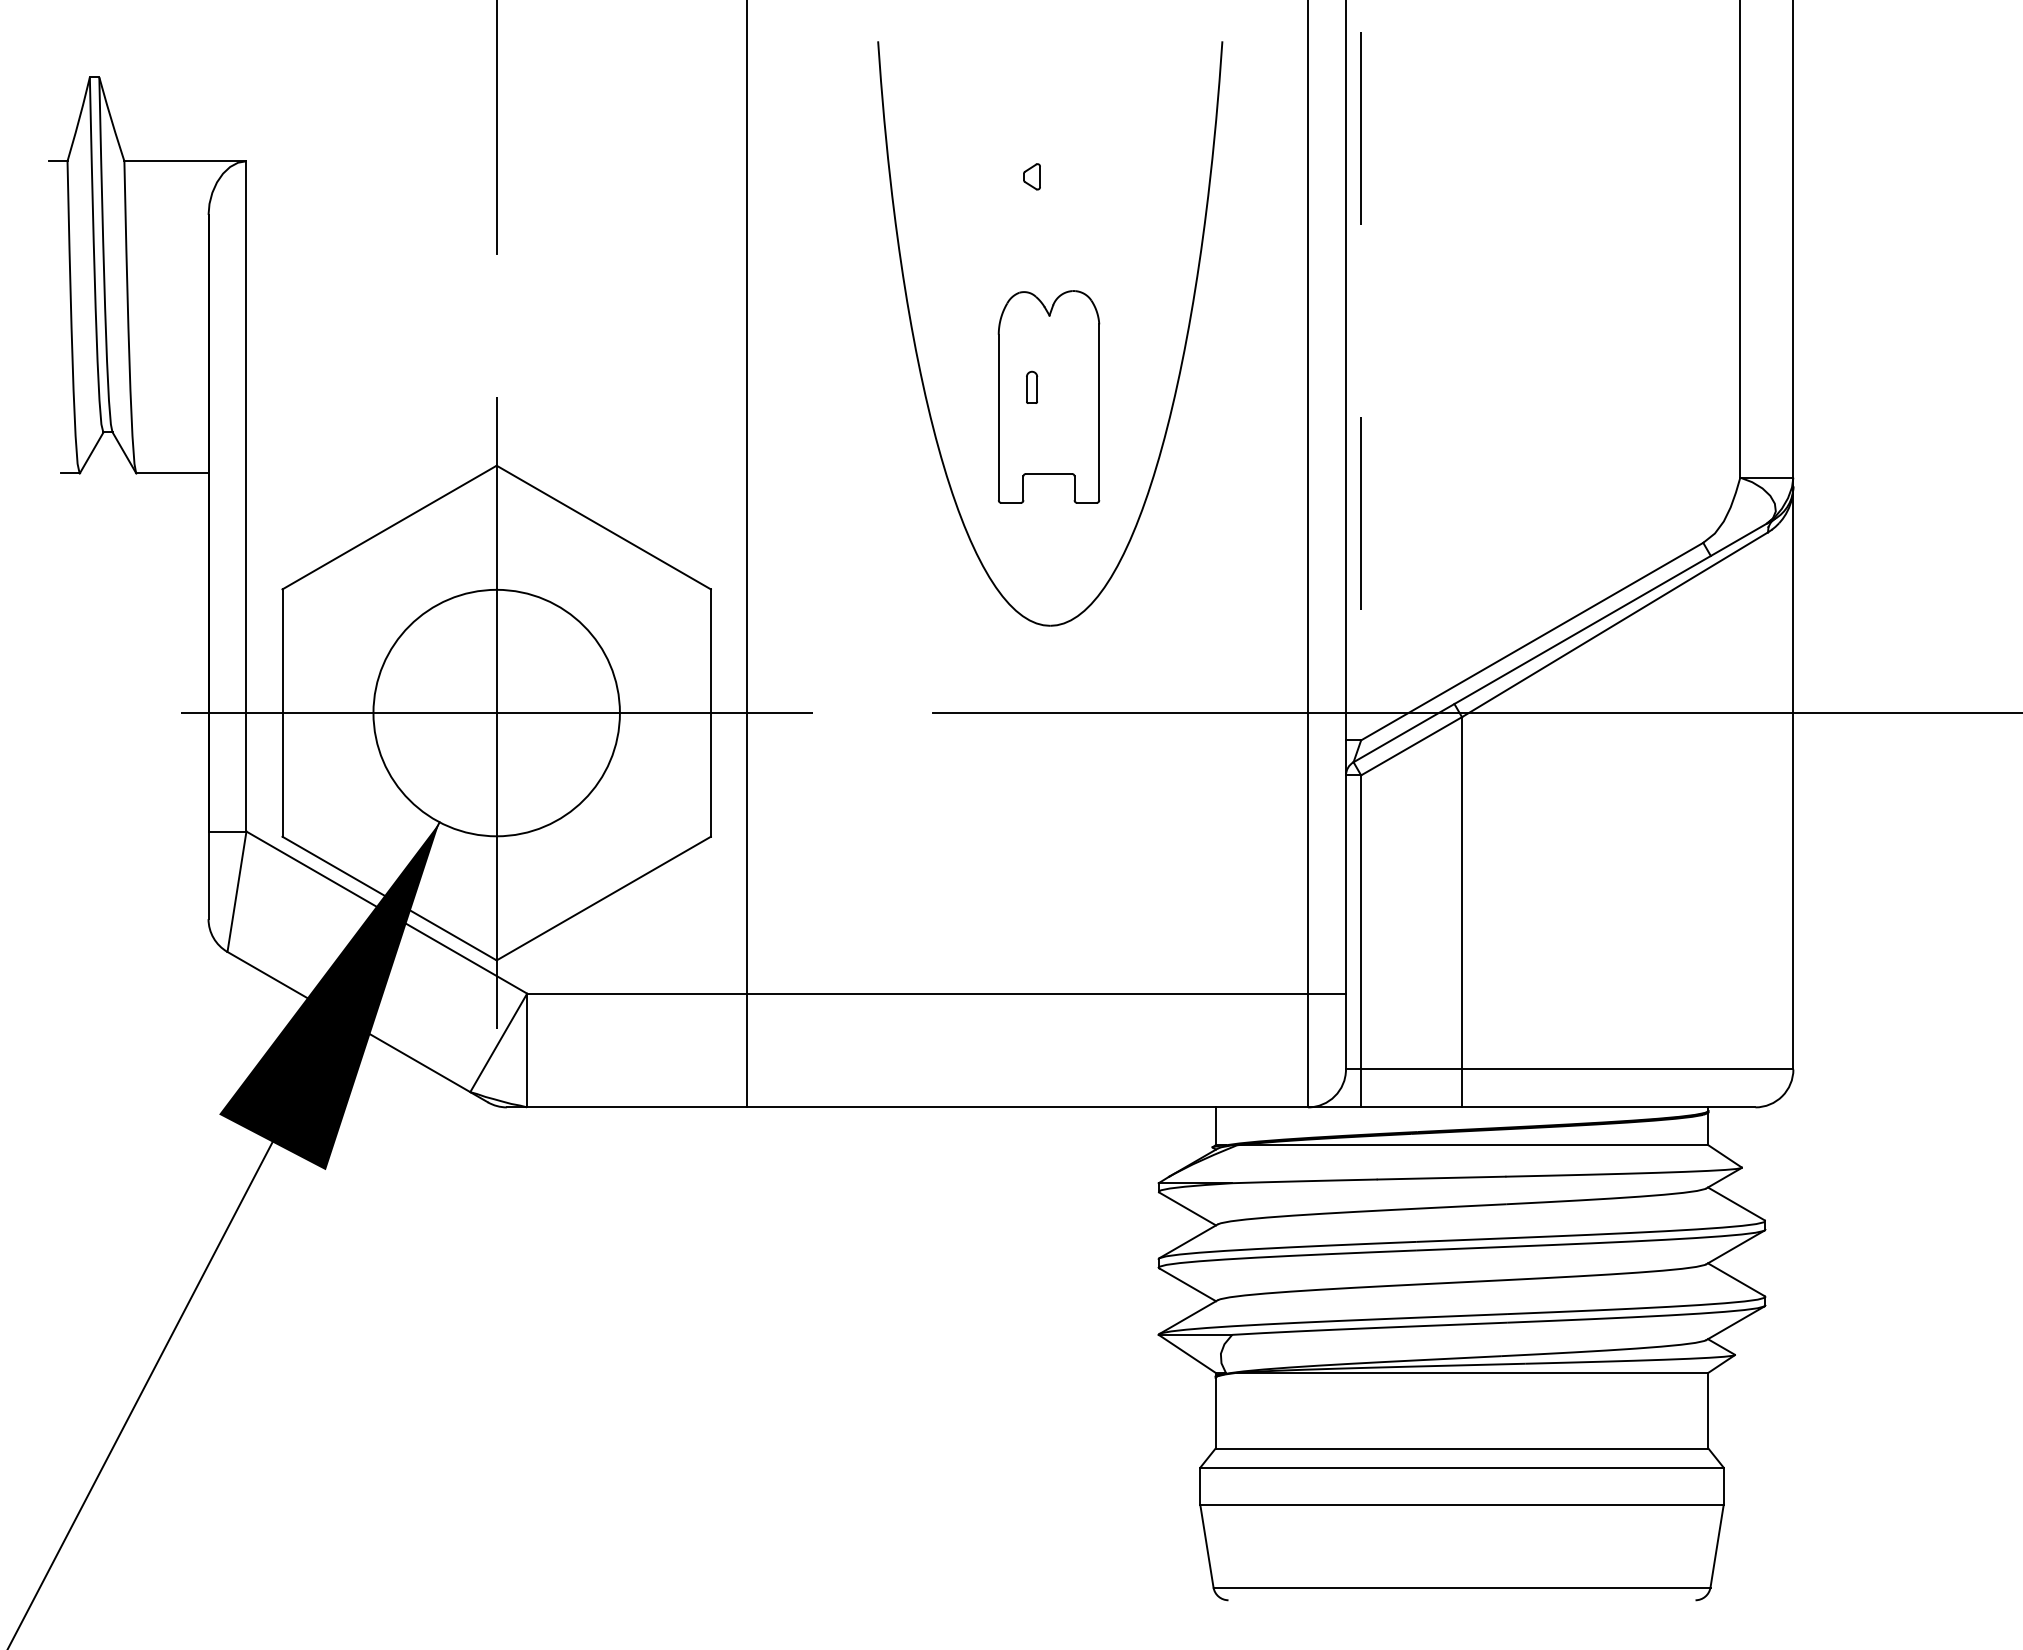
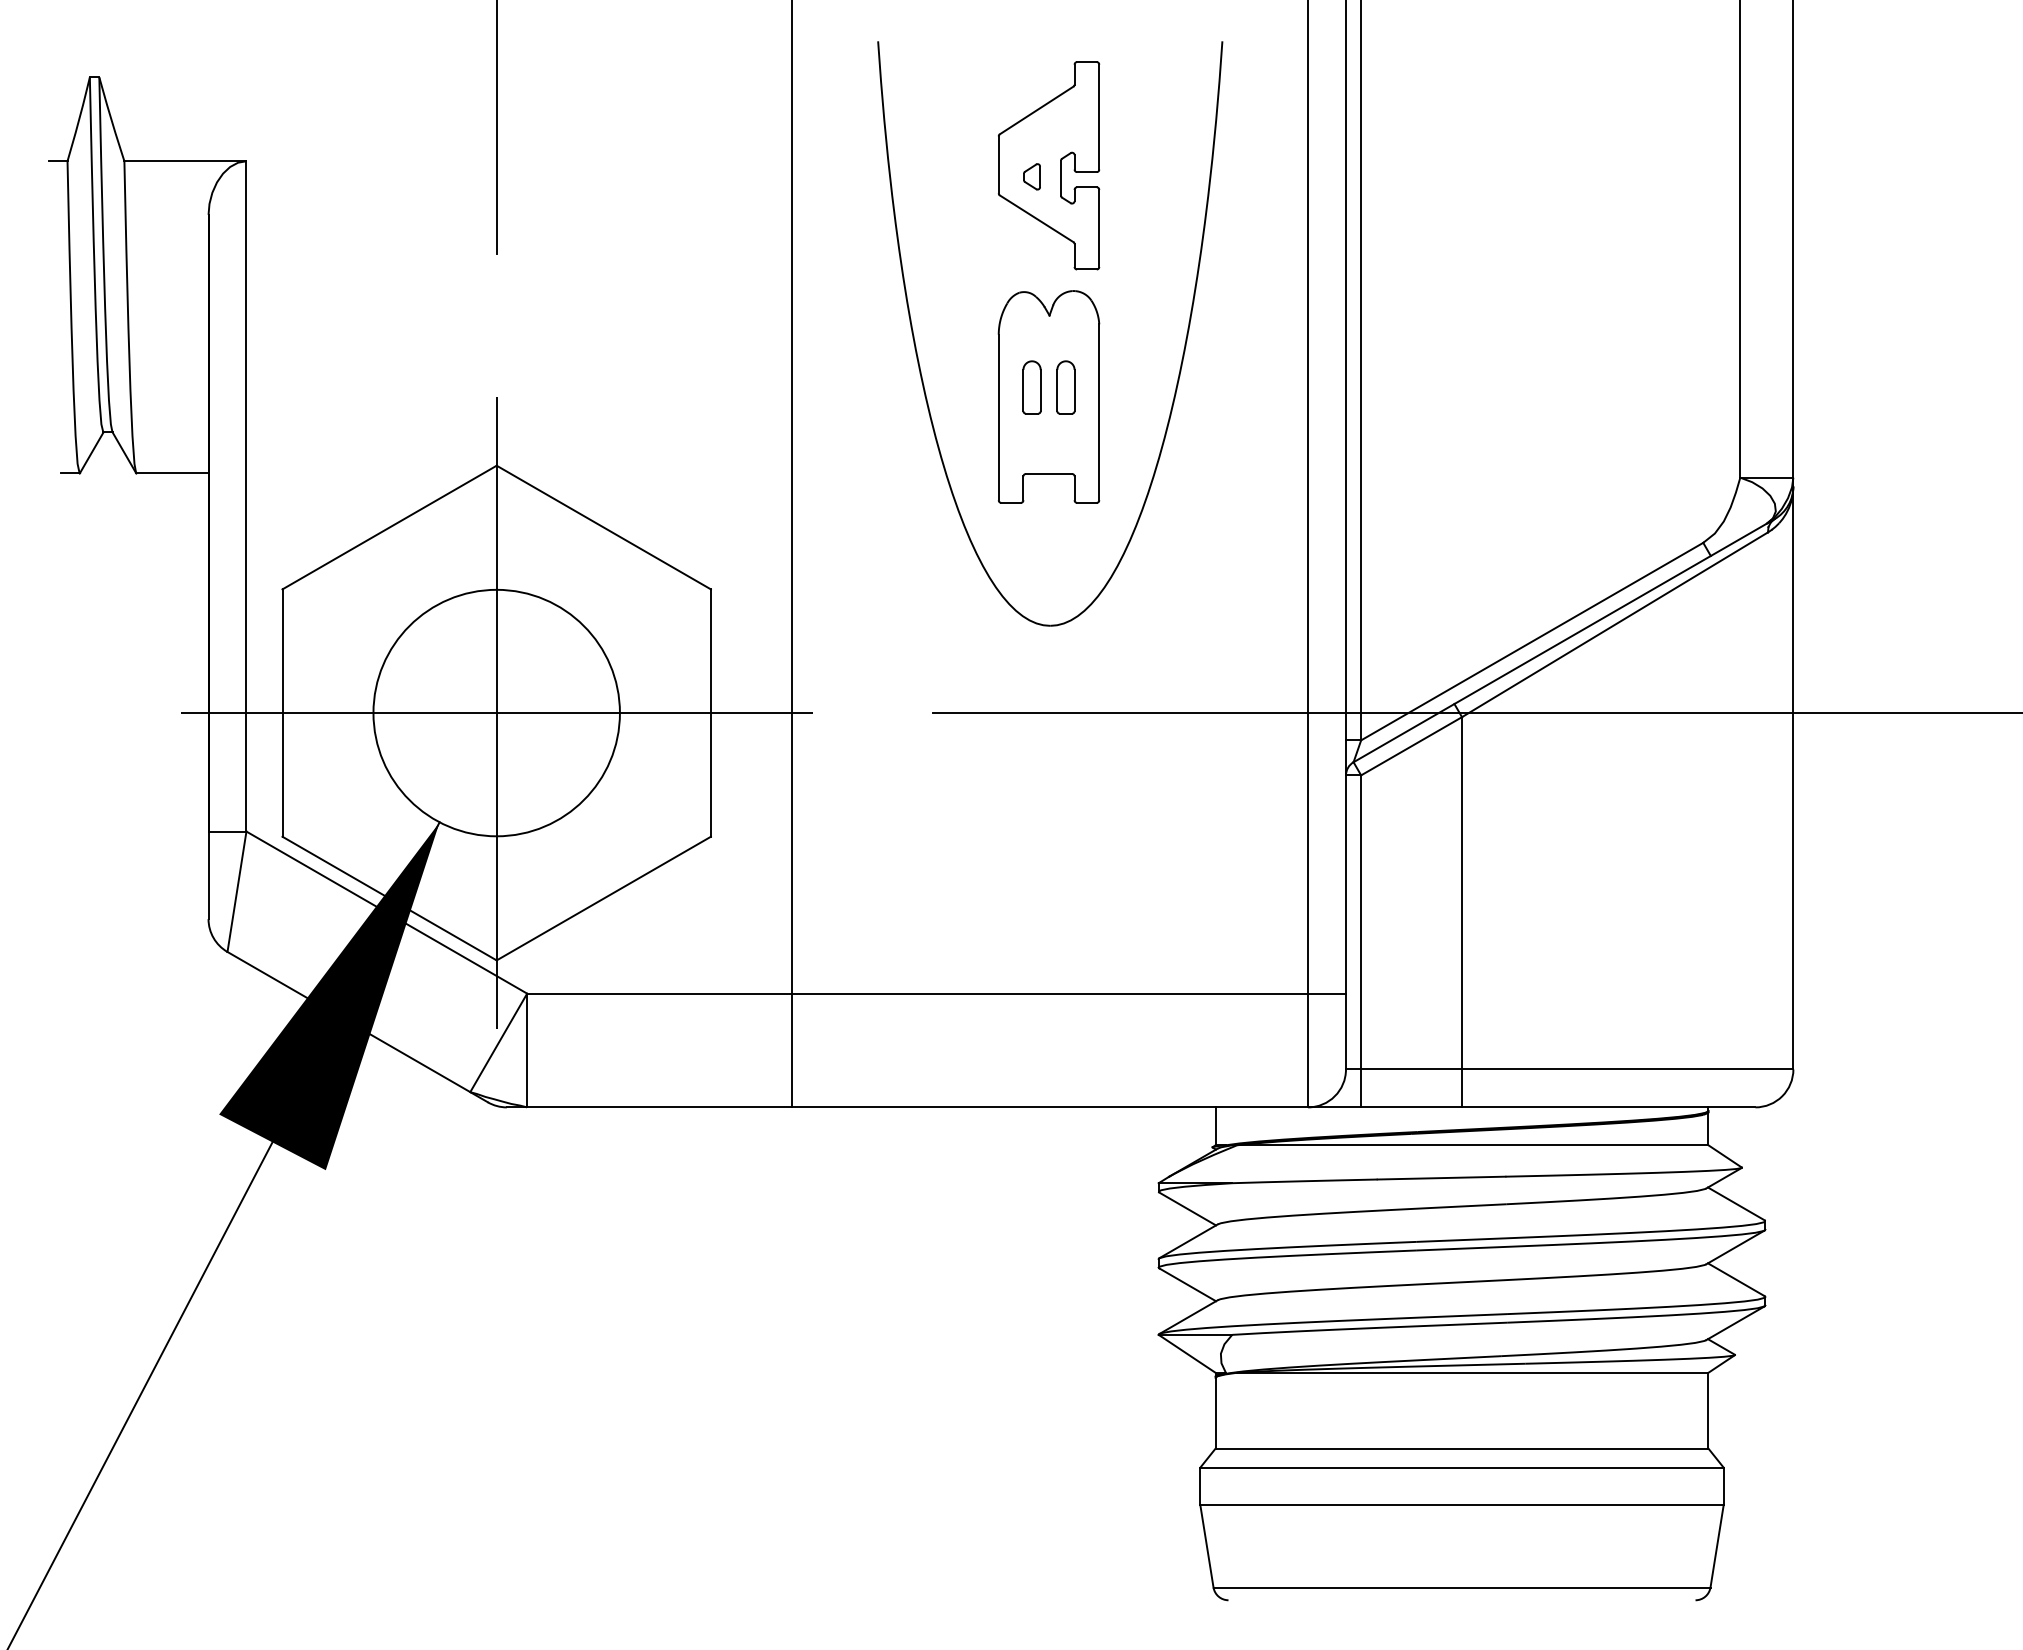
part at (1049, 165): none -> present
line at (1361, 370): dashed -> solid
part at (1032, 386) size: 13x34 px -> 20x55 px
part at (1065, 387): none -> present
line at (747, 554) position: (747, 554) -> (792, 554)
